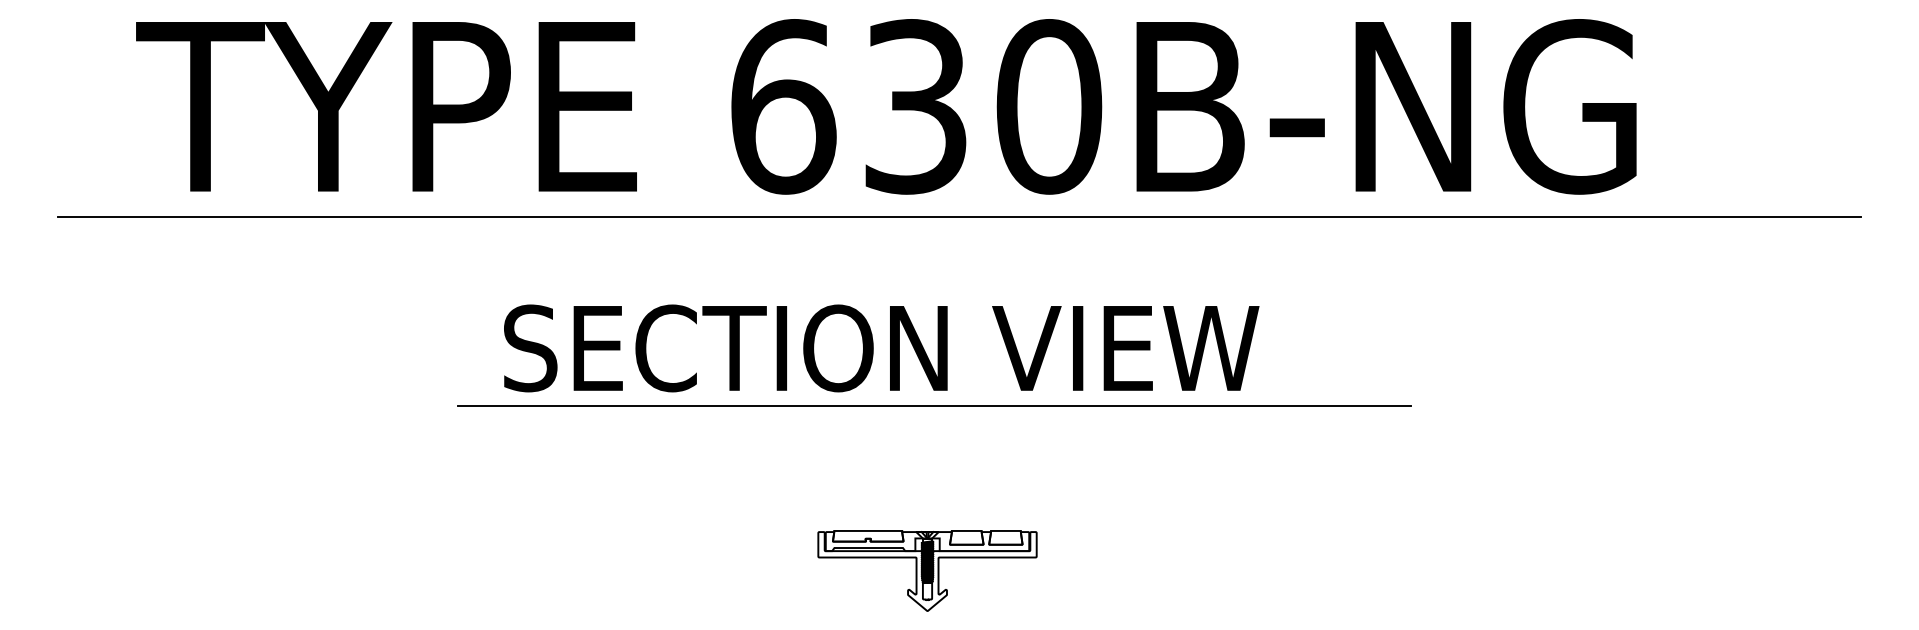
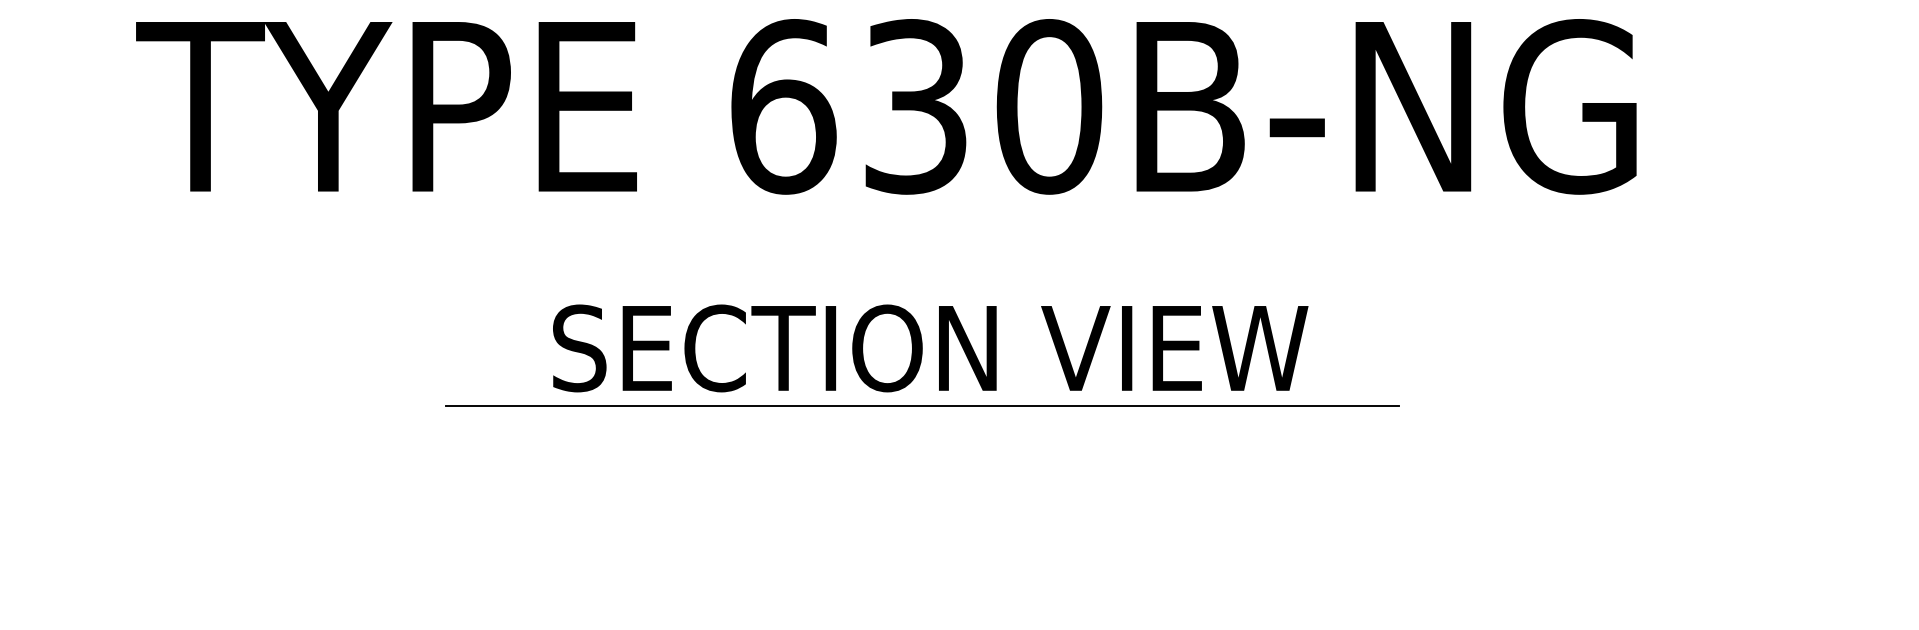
line at (959, 217): present -> none
text at (881, 348) position: (881, 348) -> (930, 348)
line at (934, 405) position: (934, 405) -> (922, 405)
part at (927, 570): present -> none
